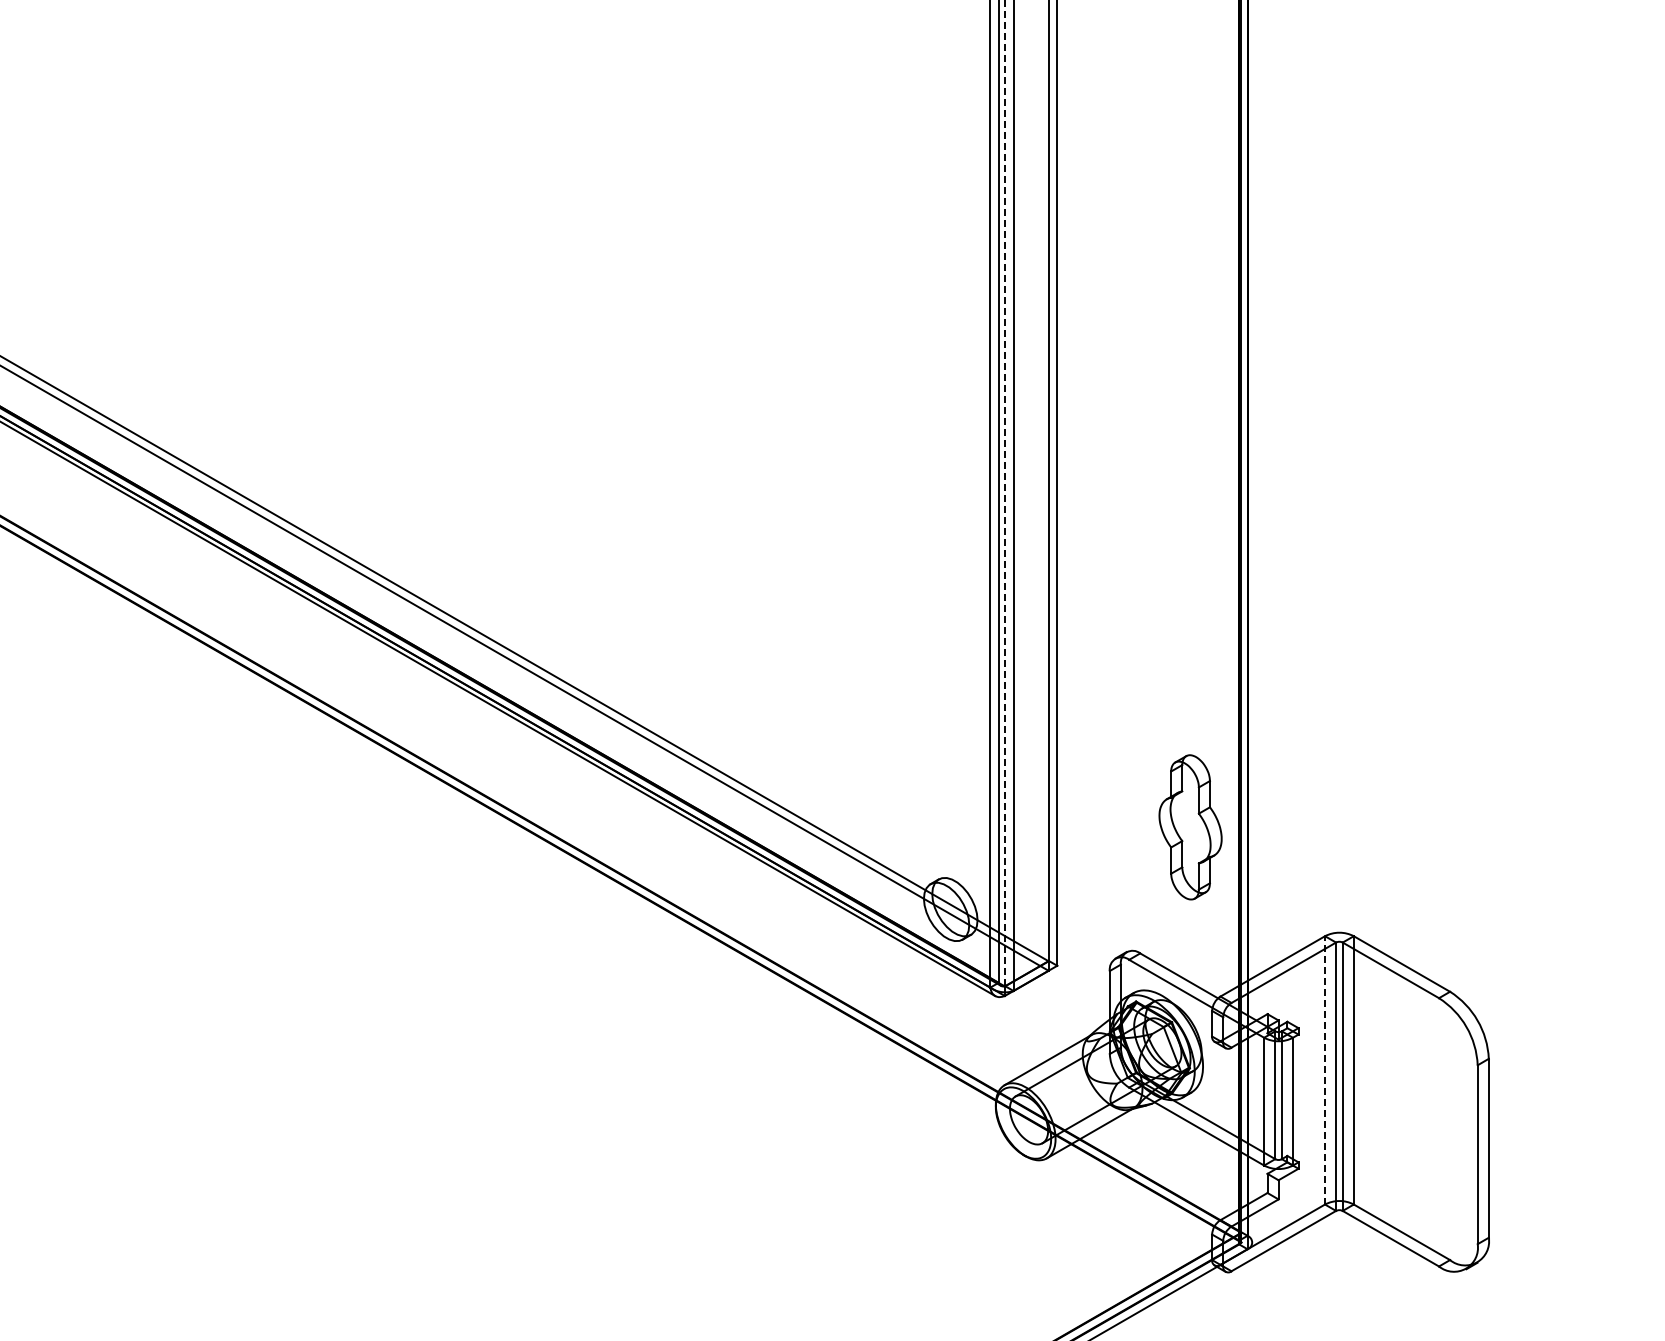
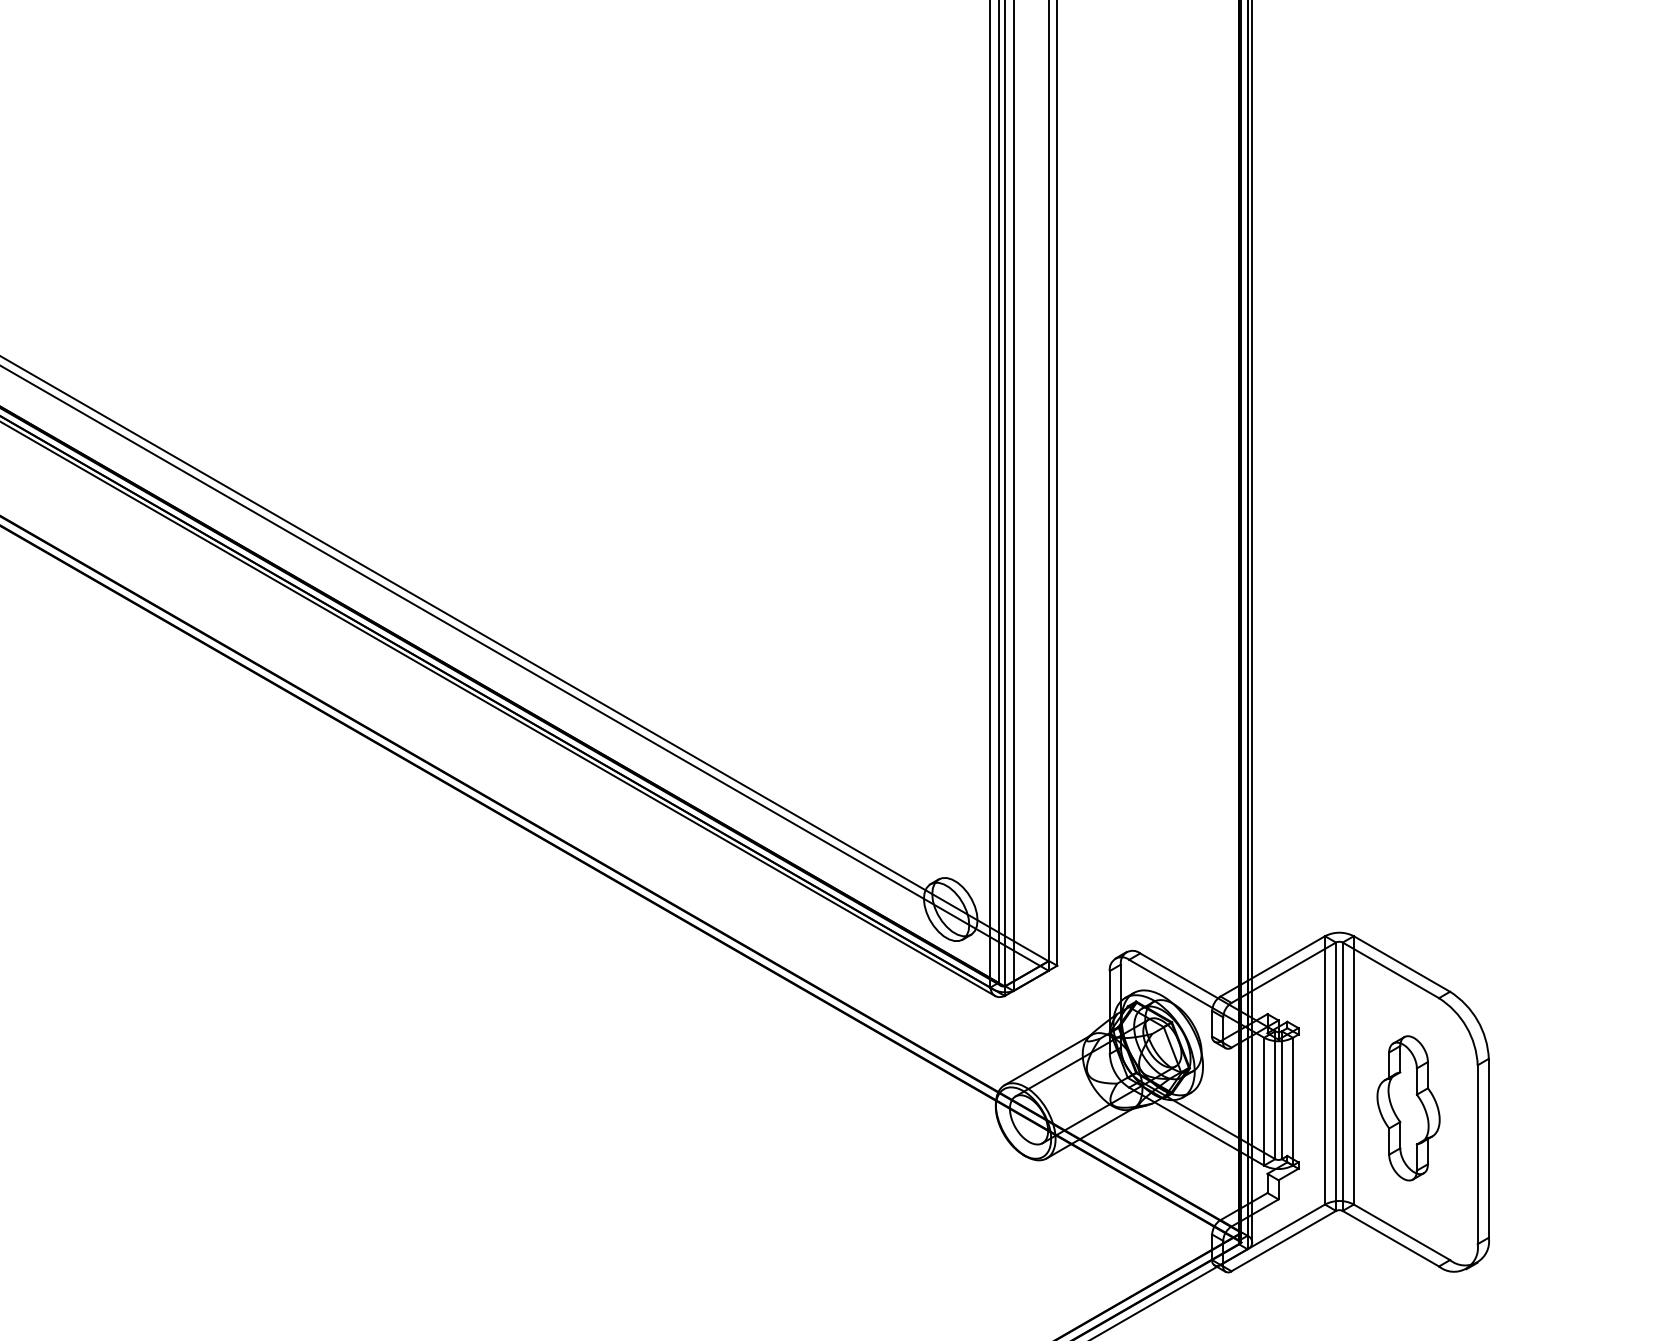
line at (1005, 493): dashed -> solid
line at (1252, 622): none -> present
part at (1190, 827) position: (1190, 827) -> (1408, 1108)
line at (1325, 1069): dashed -> solid
